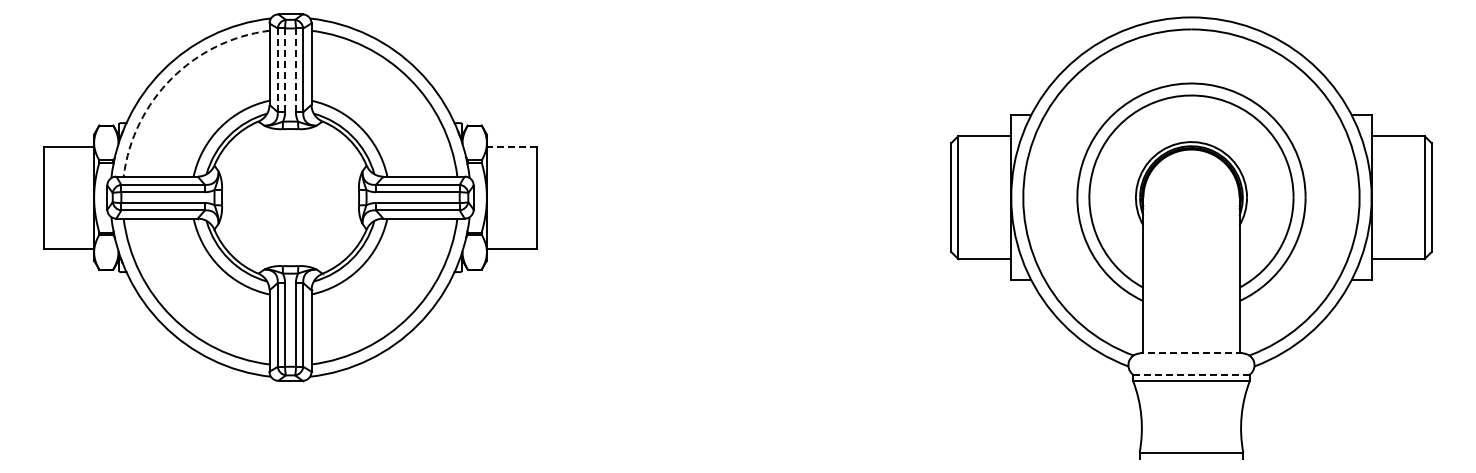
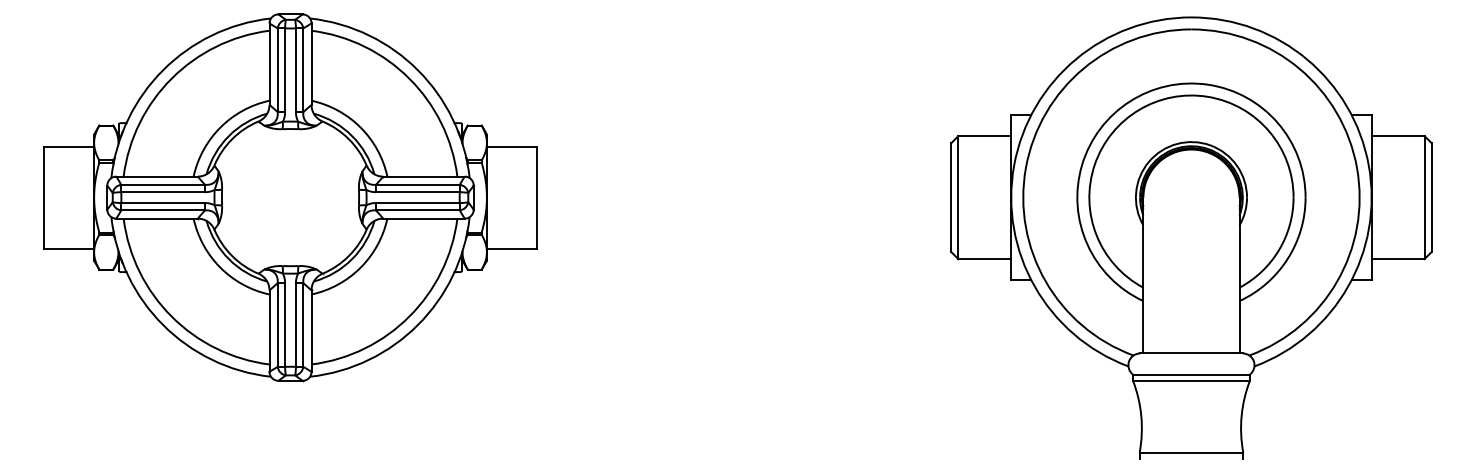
line at (277, 70): dashed -> solid
line at (285, 70): dashed -> solid
line at (295, 70): dashed -> solid
arc at (171, 78): dashed -> solid
line at (511, 146): dashed -> solid
line at (1190, 353): dashed -> solid
line at (1191, 374): dashed -> solid
